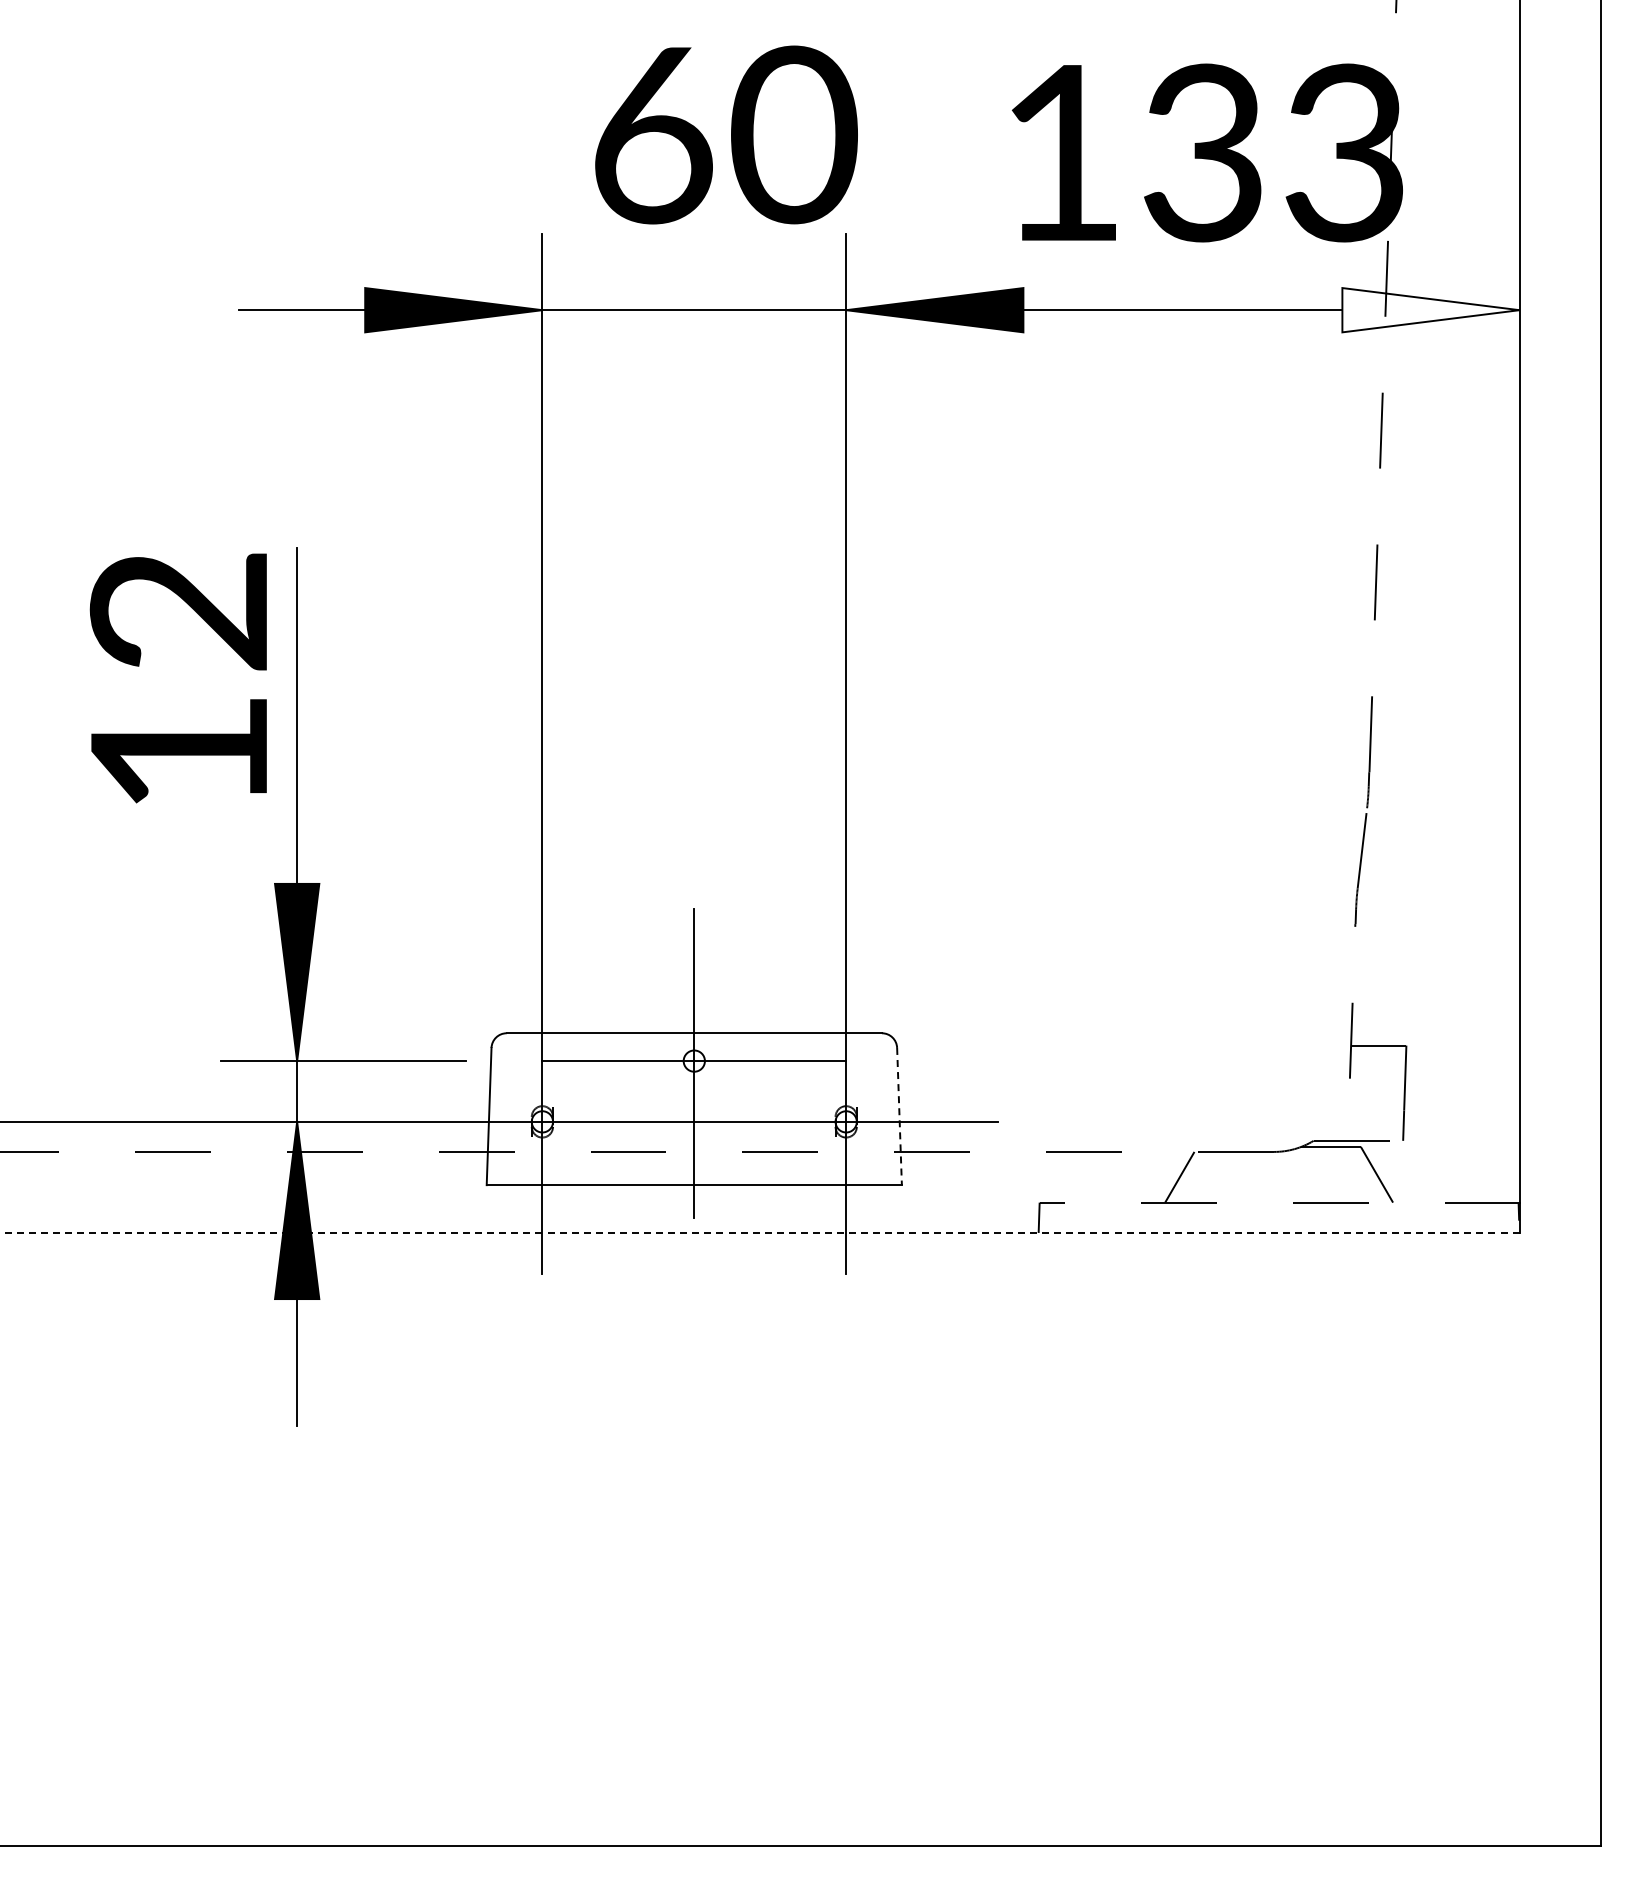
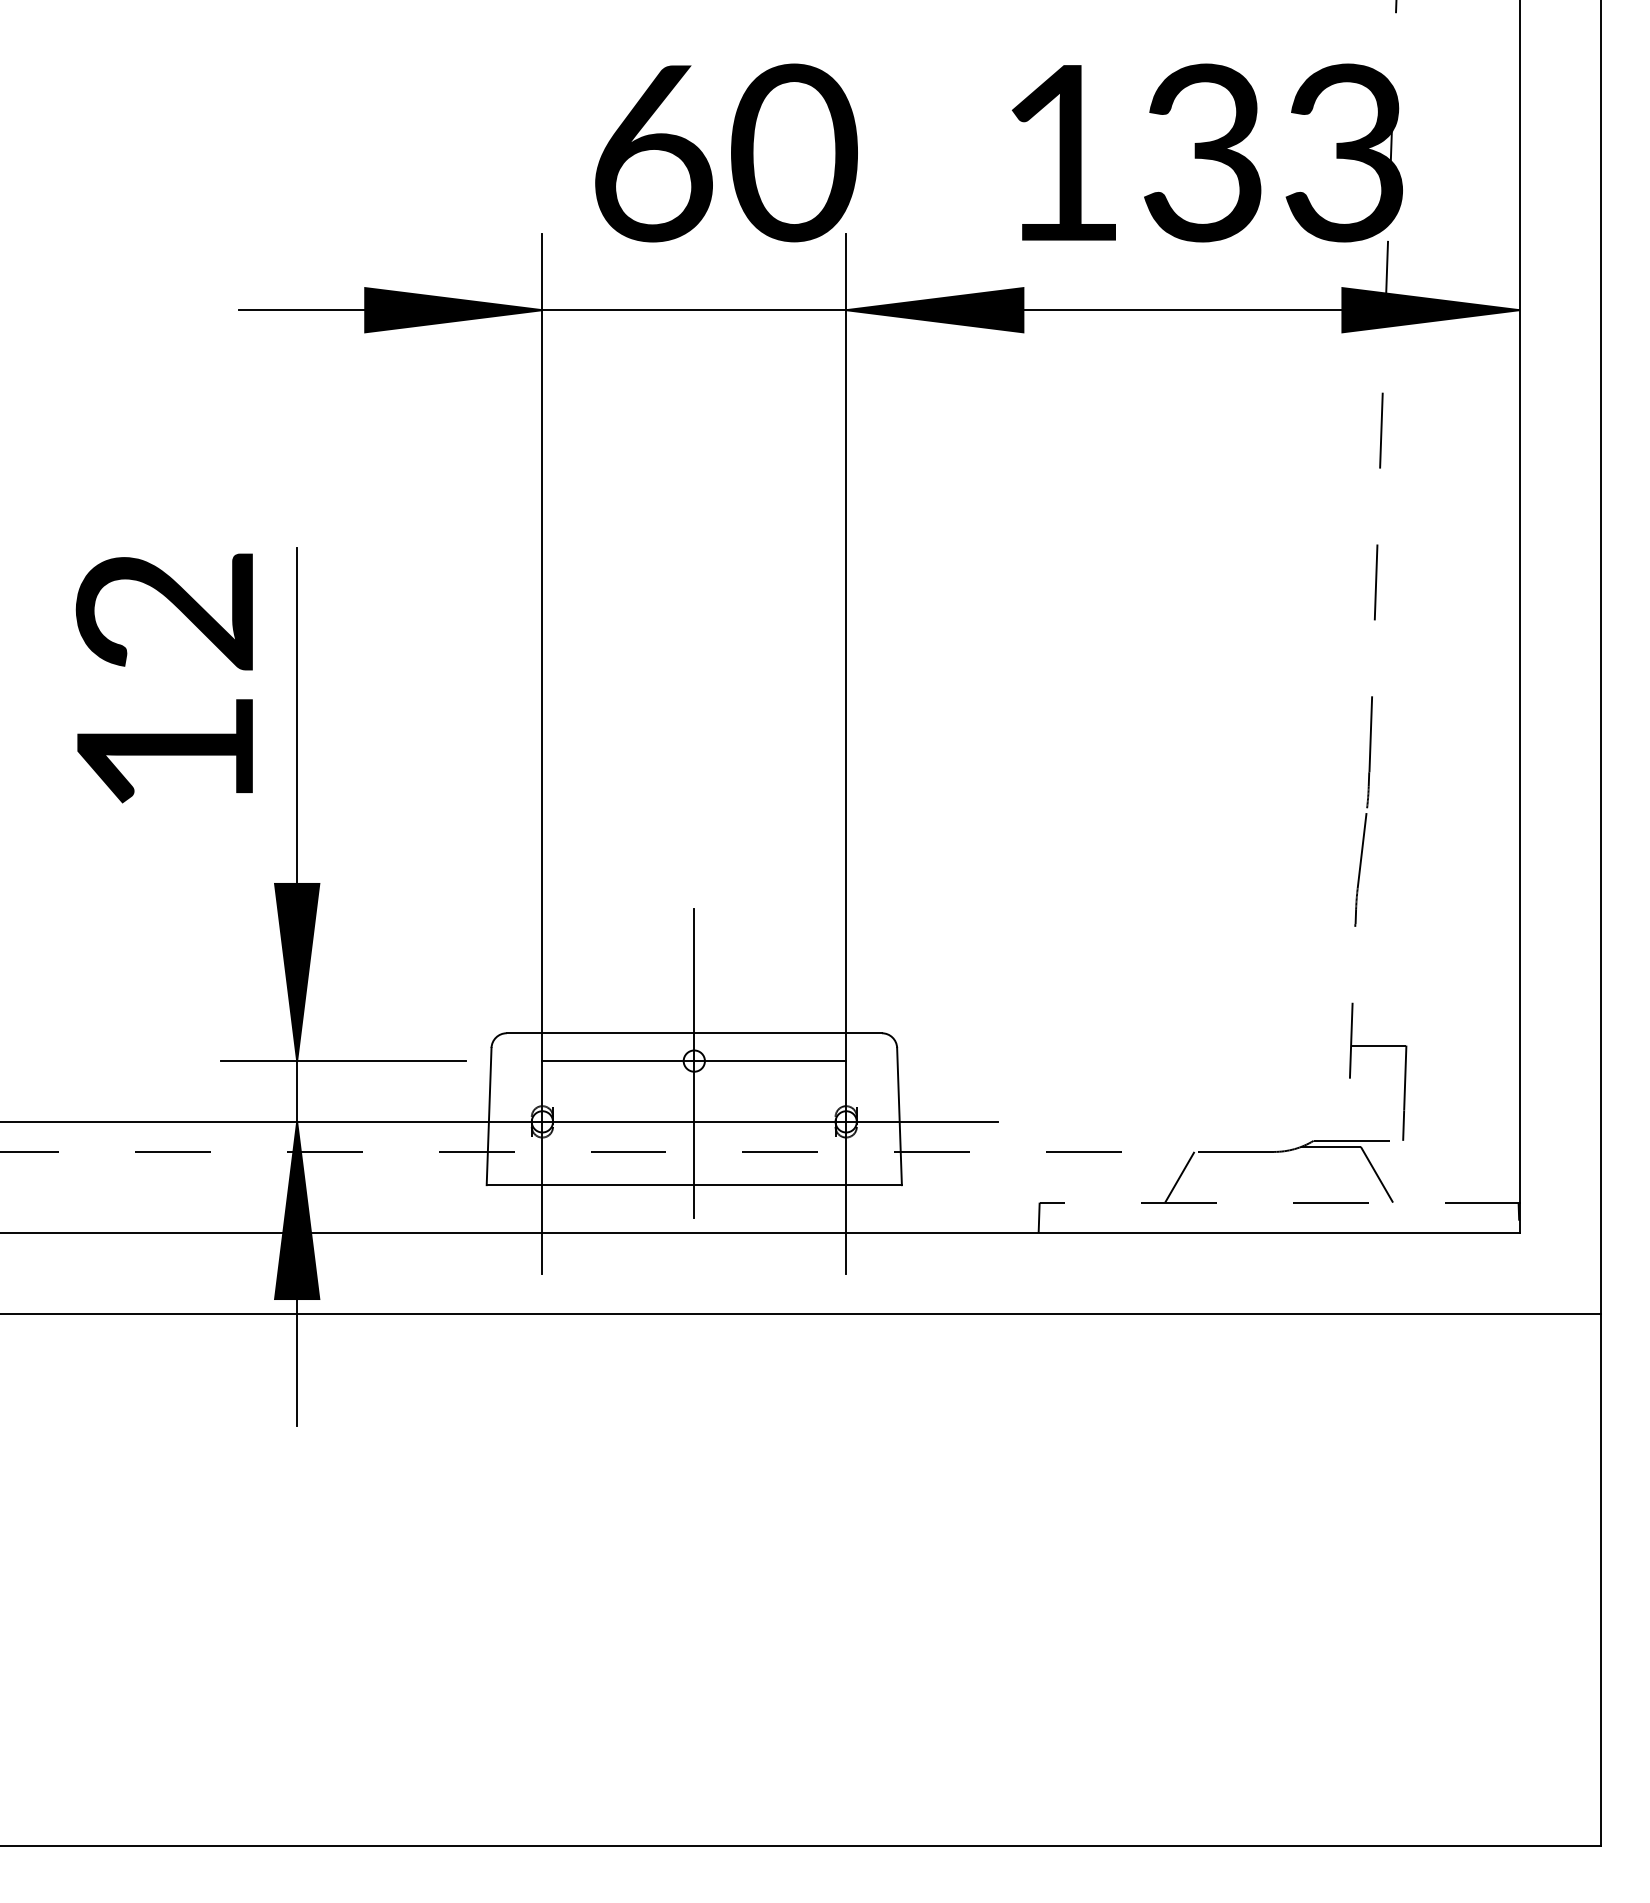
text at (726, 134) position: (726, 134) -> (726, 152)
fill at (1430, 310): none -> present
text at (177, 678) position: (177, 678) -> (163, 678)
line at (899, 1116): dashed -> solid
line at (759, 1233): dashed -> solid
line at (801, 1314): none -> present
